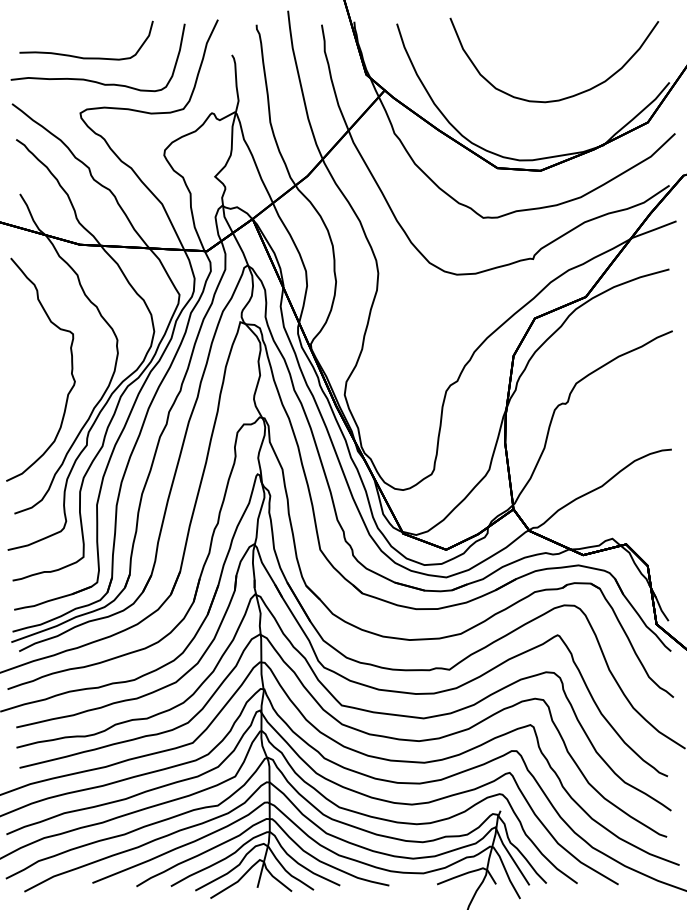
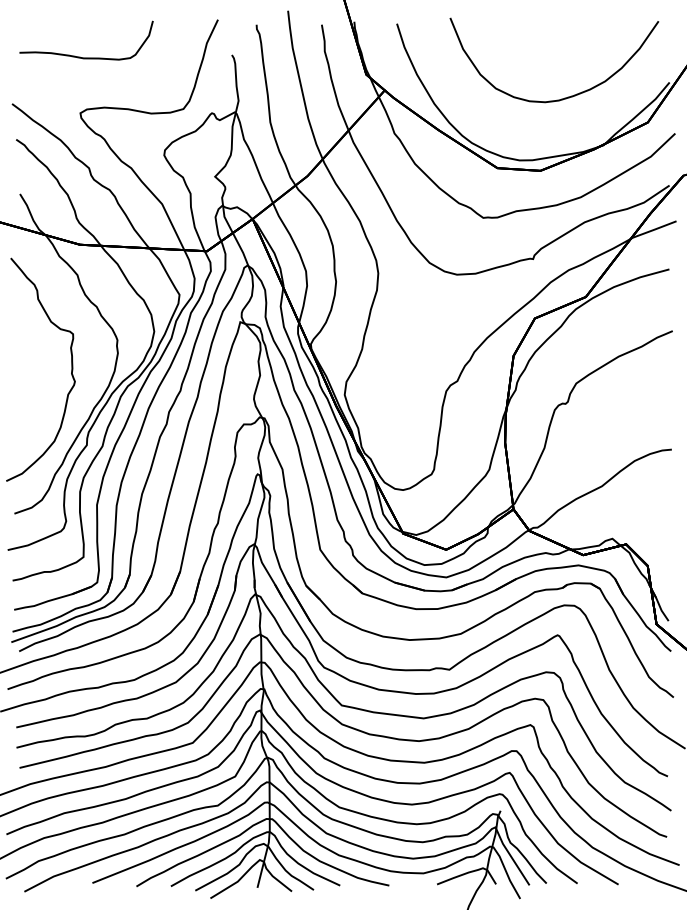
curve at (94, 80): present -> none
